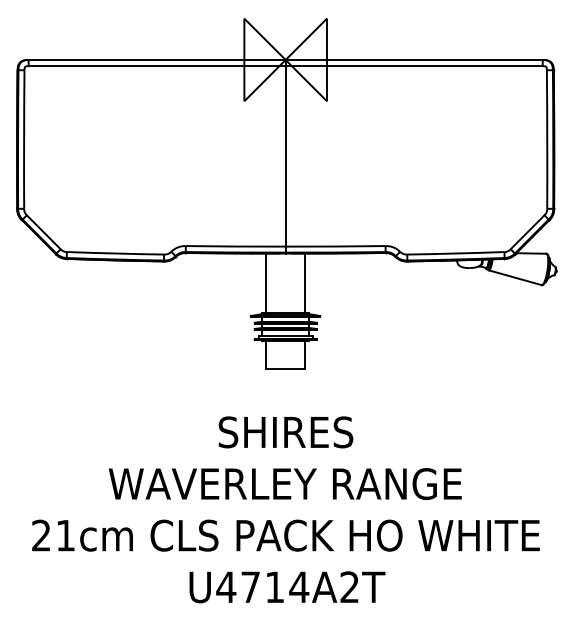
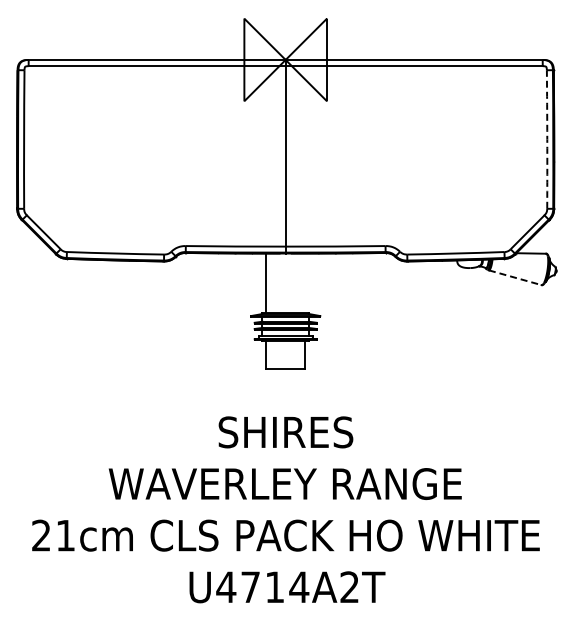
arc at (547, 139): solid -> dashed
line at (515, 277): solid -> dashed
line at (305, 283): present -> none
